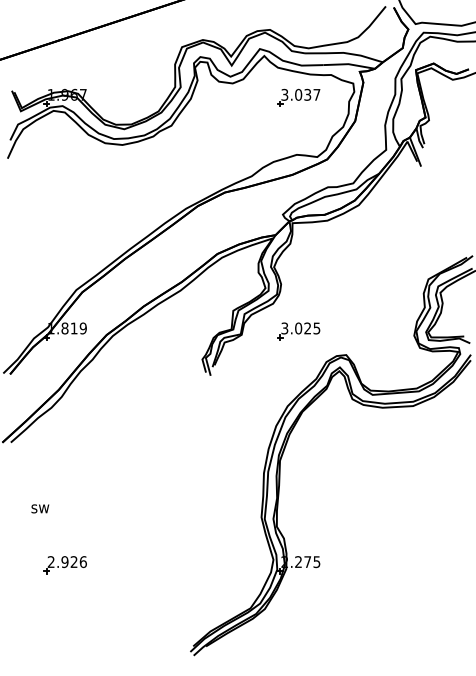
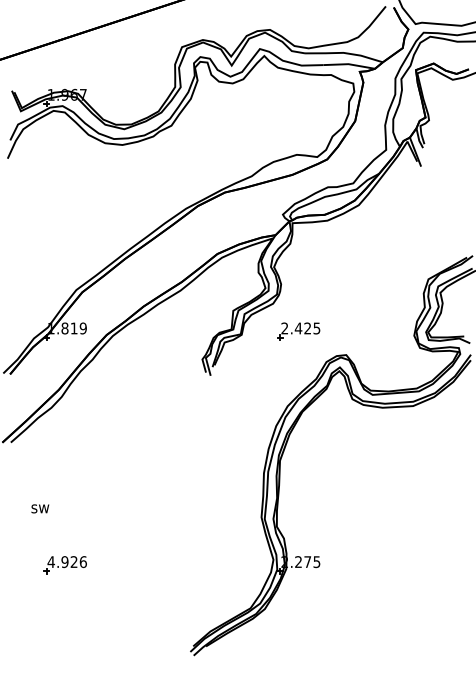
part at (298, 97): present -> none
text at (291, 328): 3.025 -> 2.425
text at (50, 561): 2.926 -> 4.926
